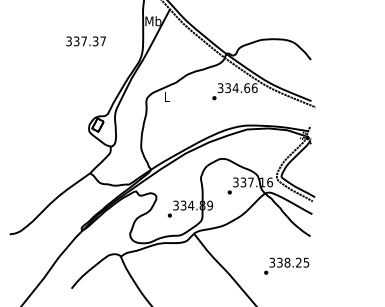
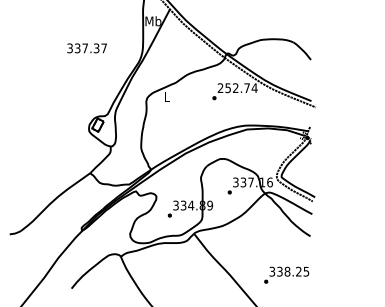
text at (85, 41) position: (85, 41) -> (86, 48)
text at (237, 88): 334.66 -> 252.74
text at (286, 265) position: (286, 265) -> (286, 274)
